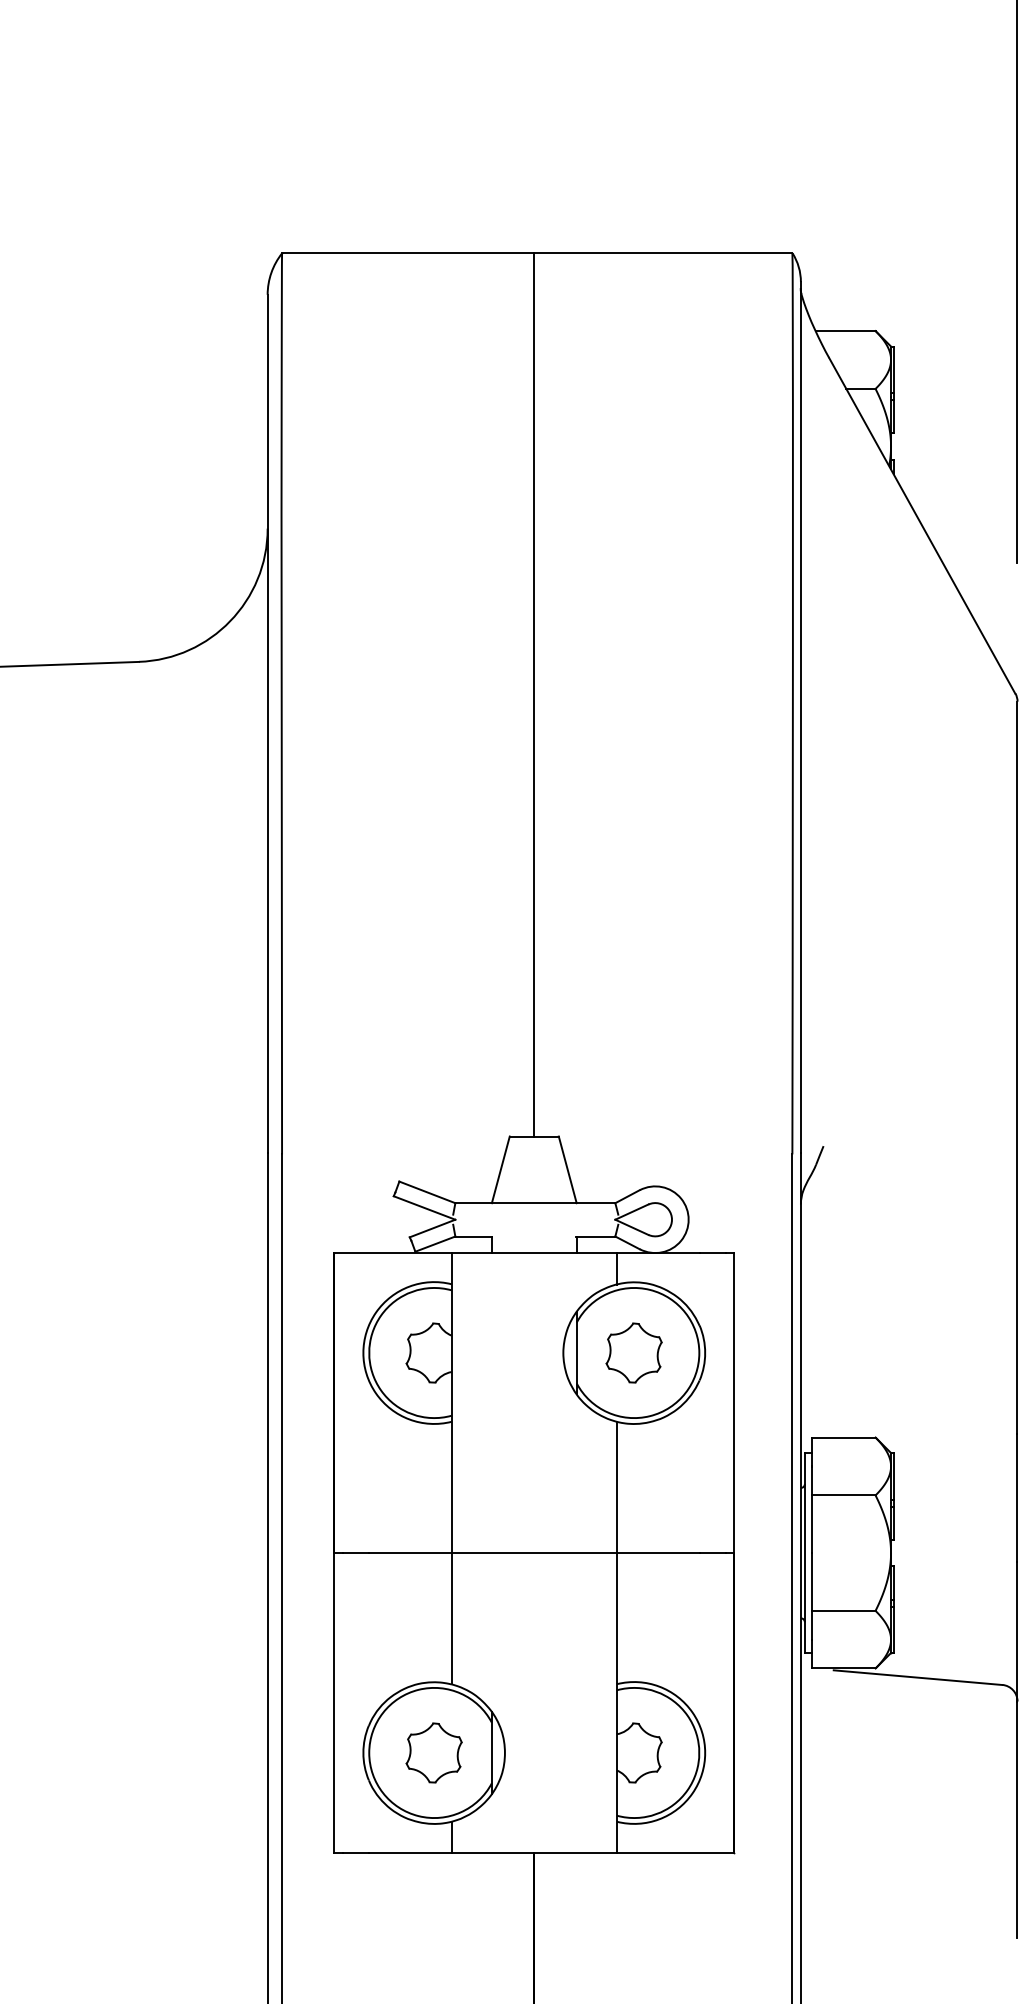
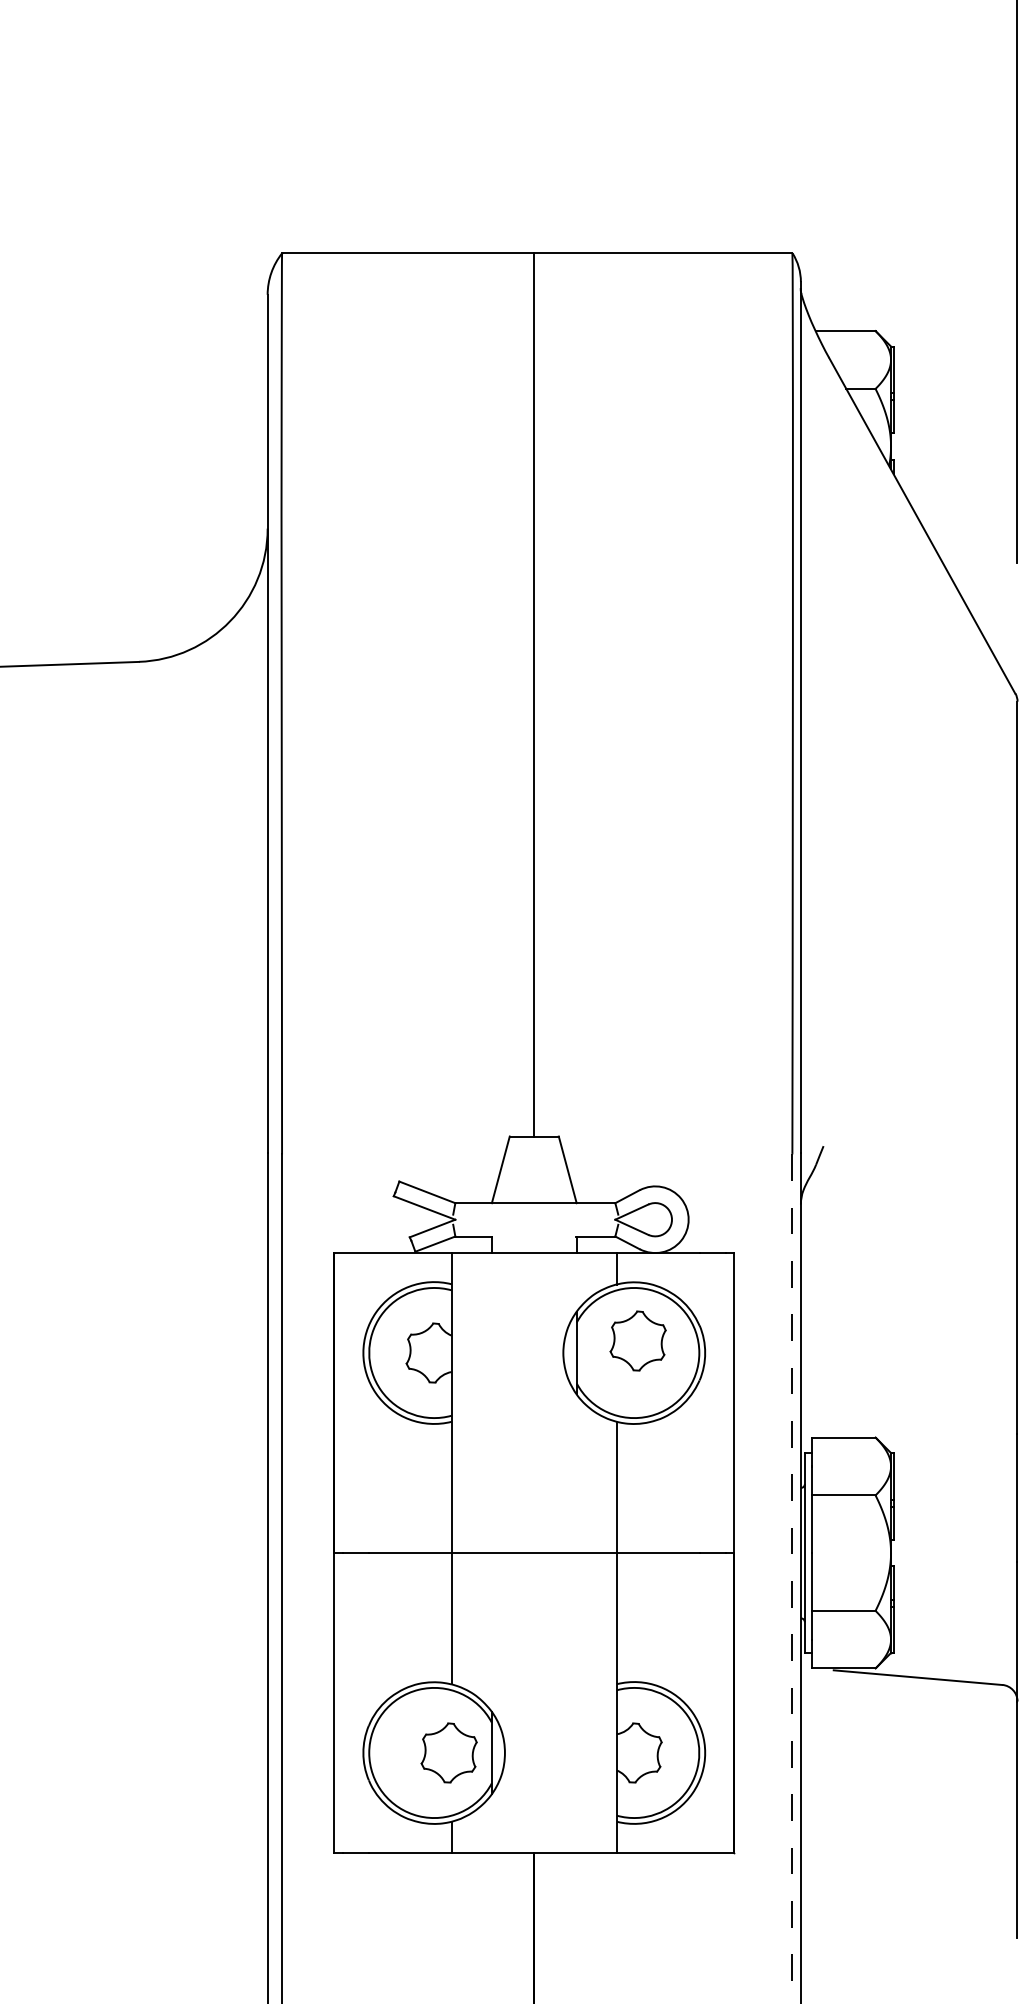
part at (633, 1352) position: (633, 1352) -> (637, 1340)
line at (792, 1579): solid -> dashed
part at (433, 1752) position: (433, 1752) -> (448, 1752)
